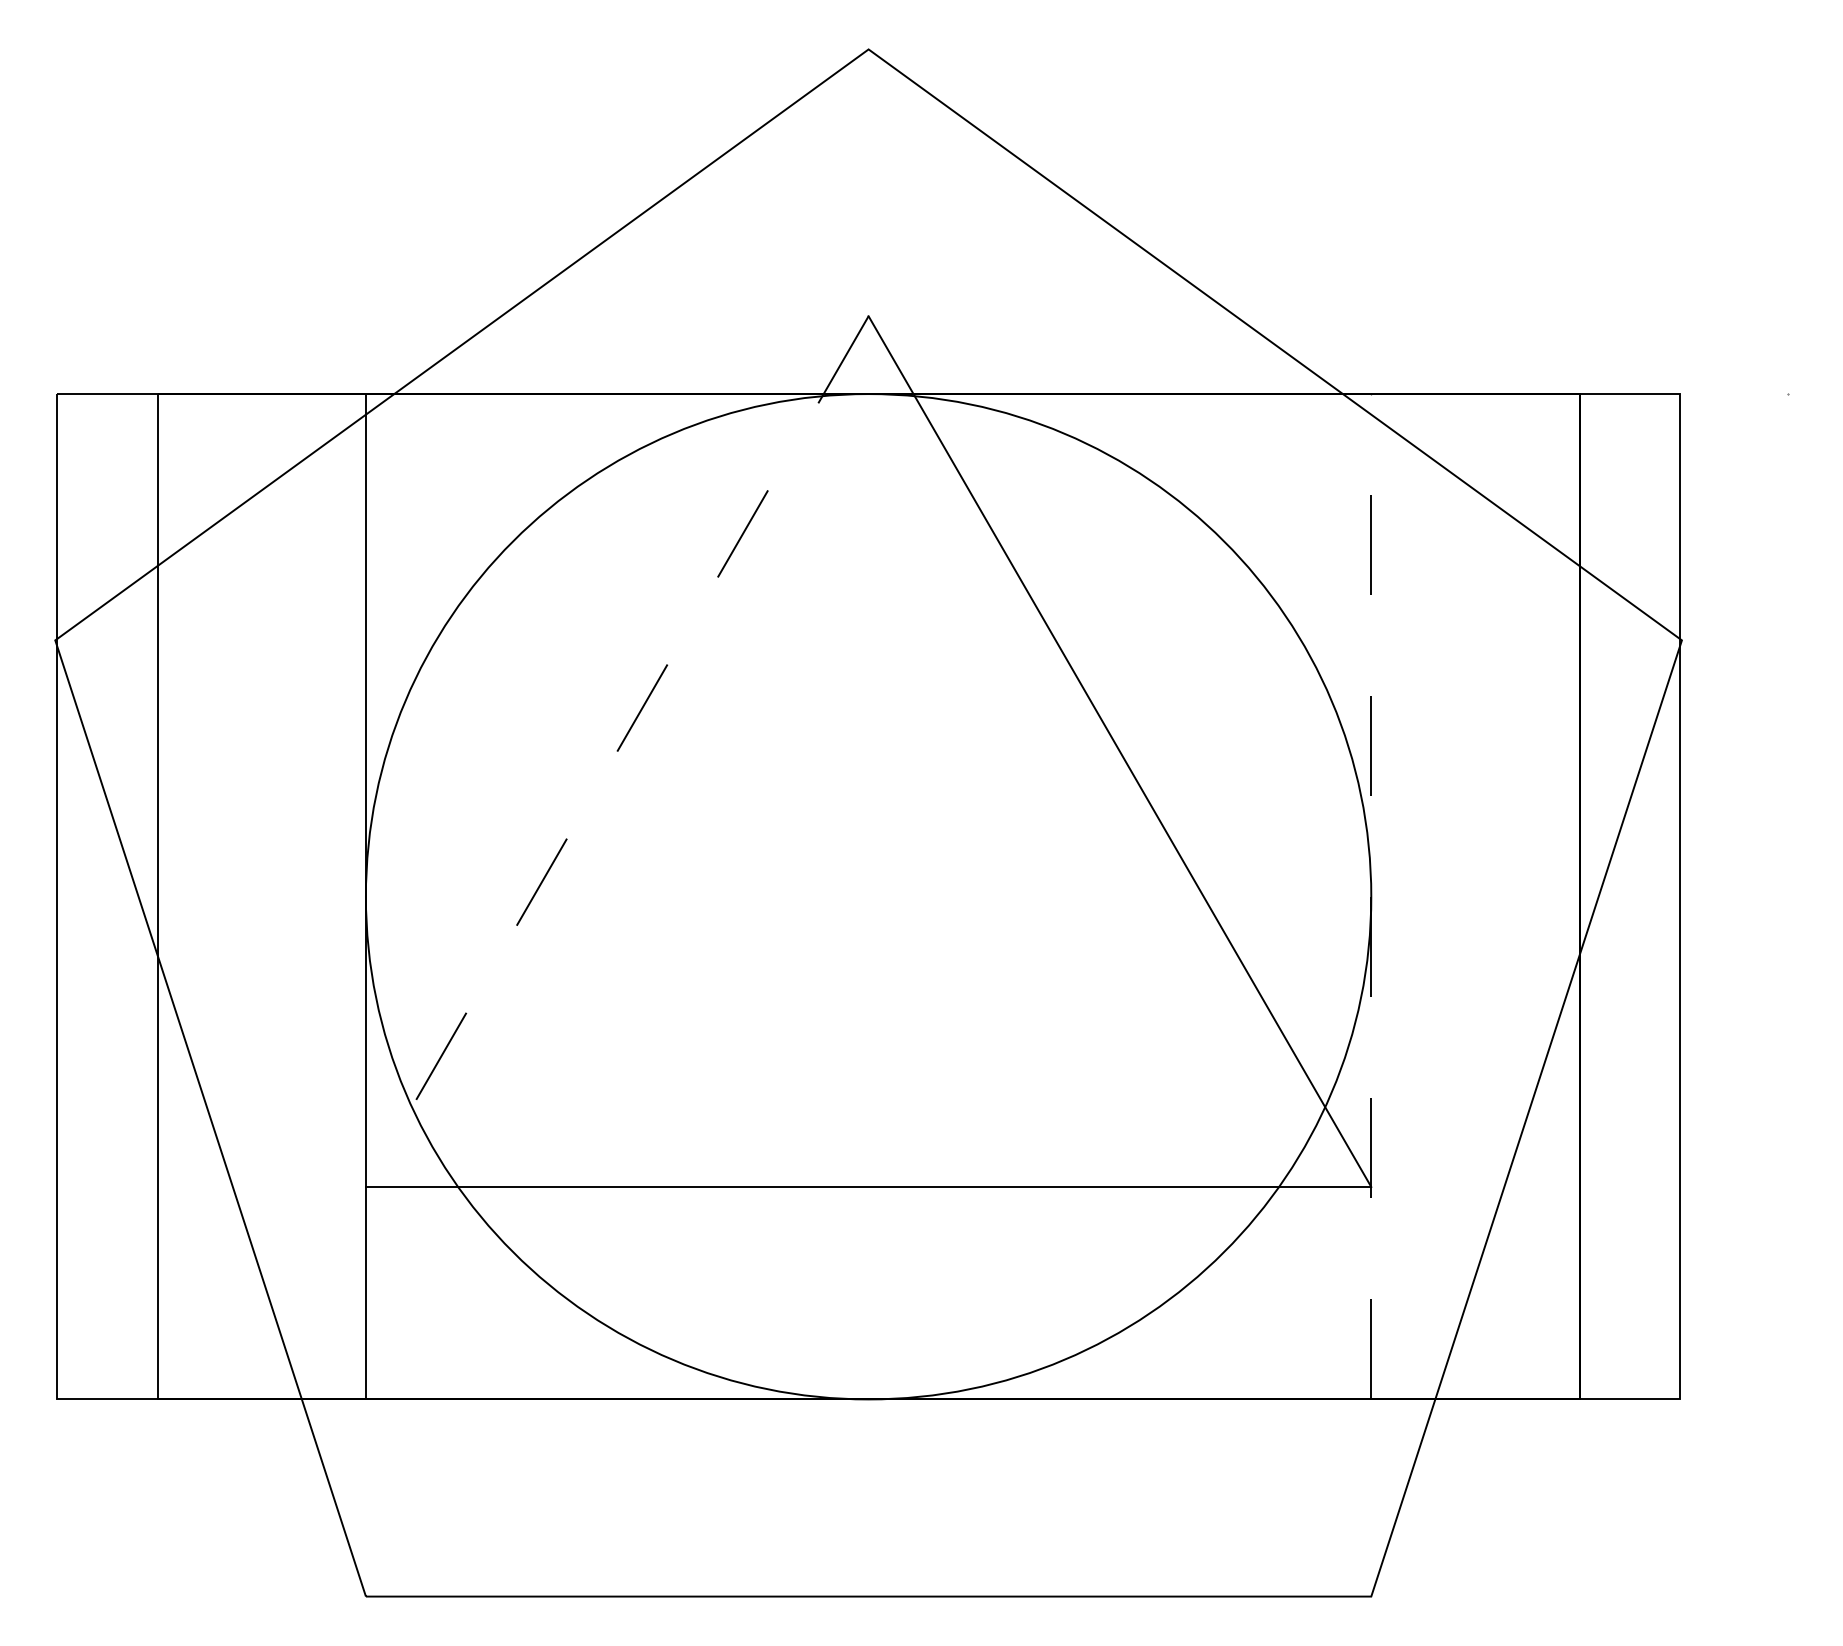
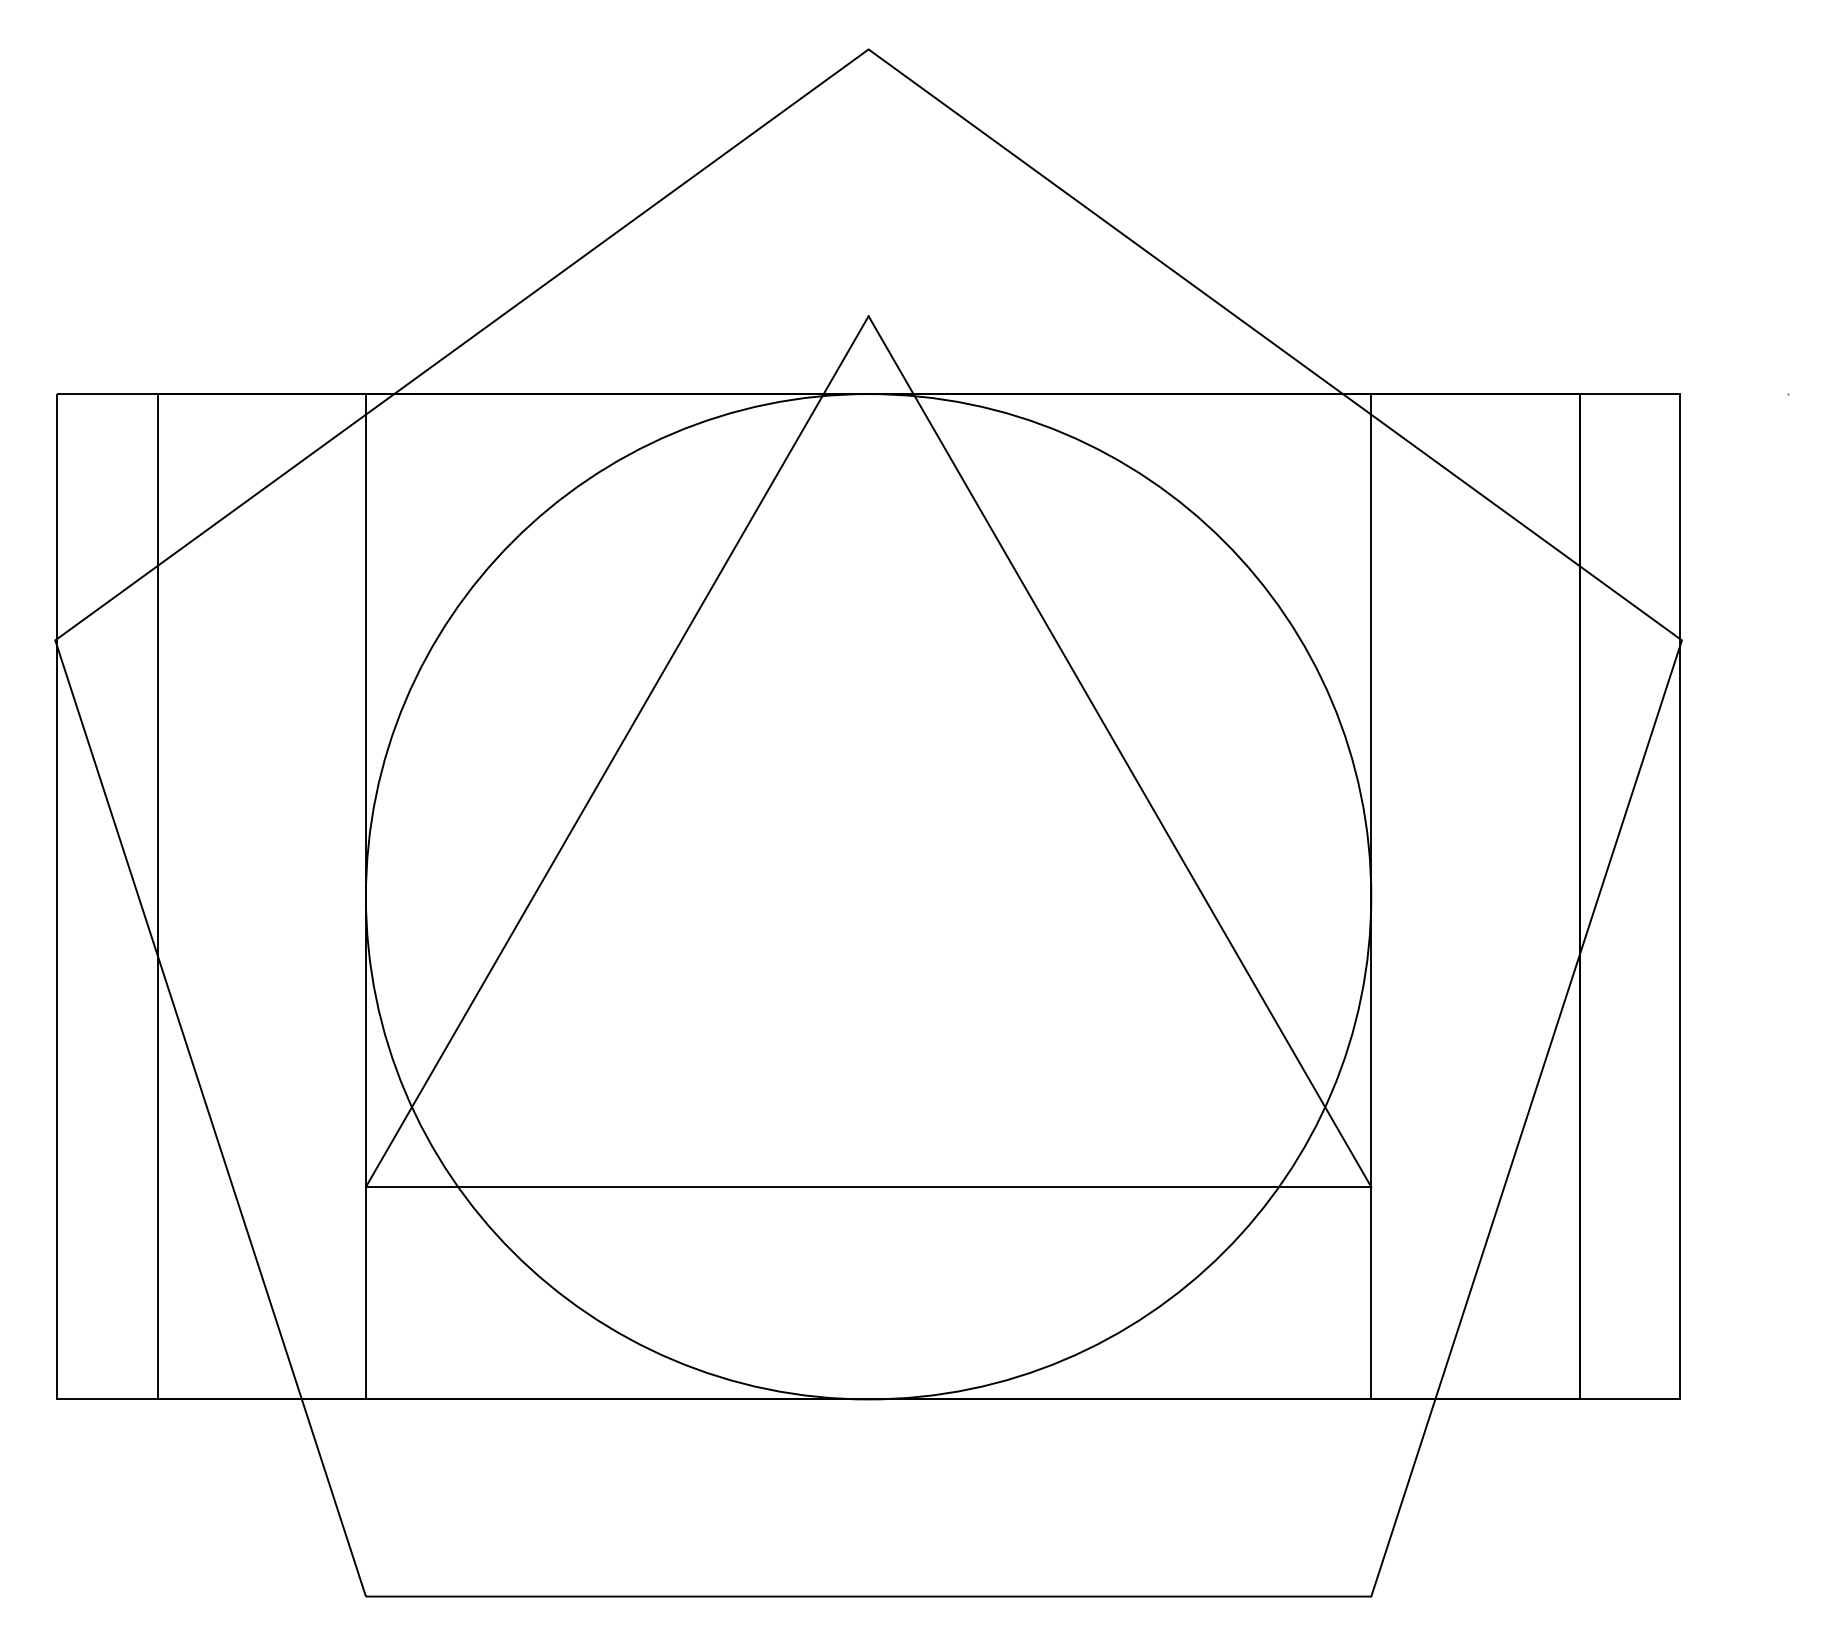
line at (617, 751): dashed -> solid
line at (1371, 896): dashed -> solid
